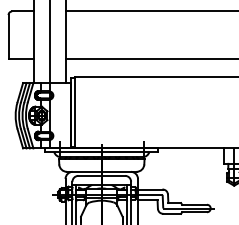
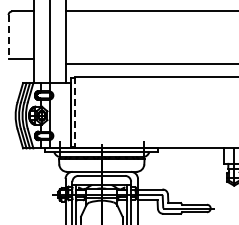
line at (8, 37): solid -> dashed
line at (150, 59) position: (150, 59) -> (150, 64)
line at (75, 112): solid -> dashed
